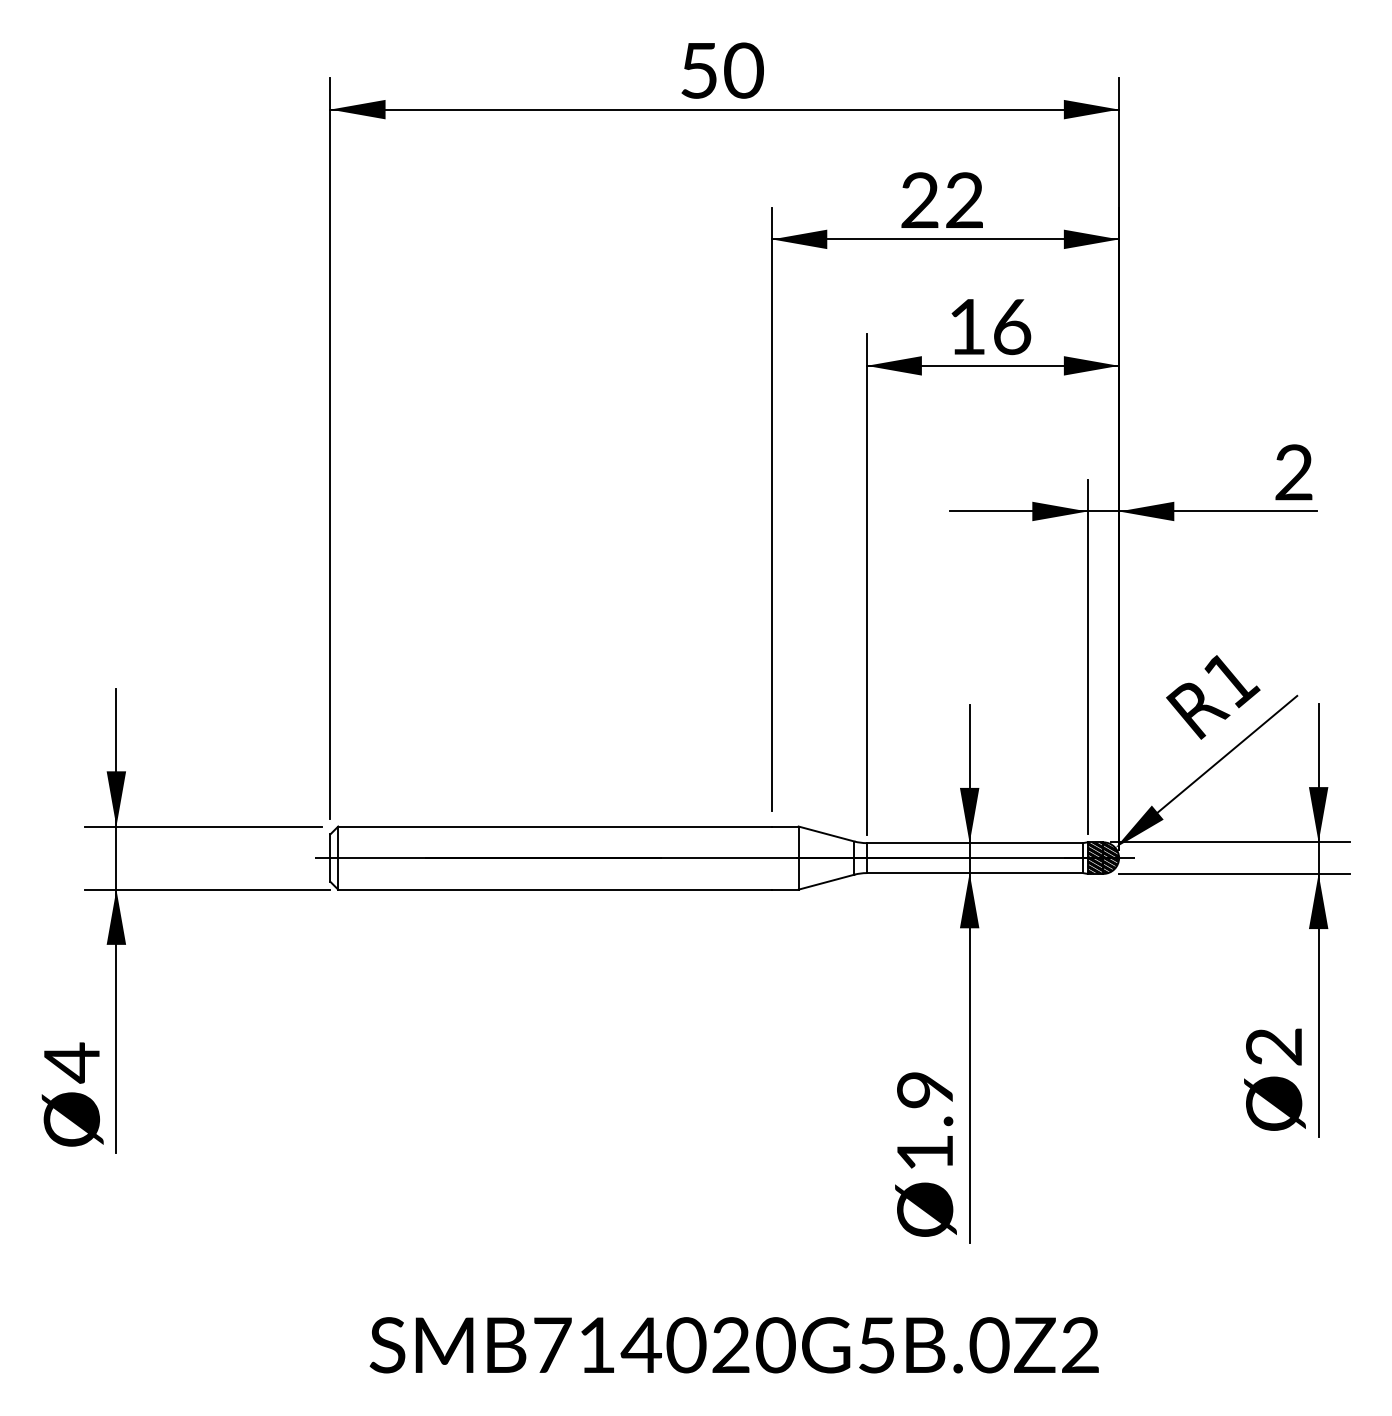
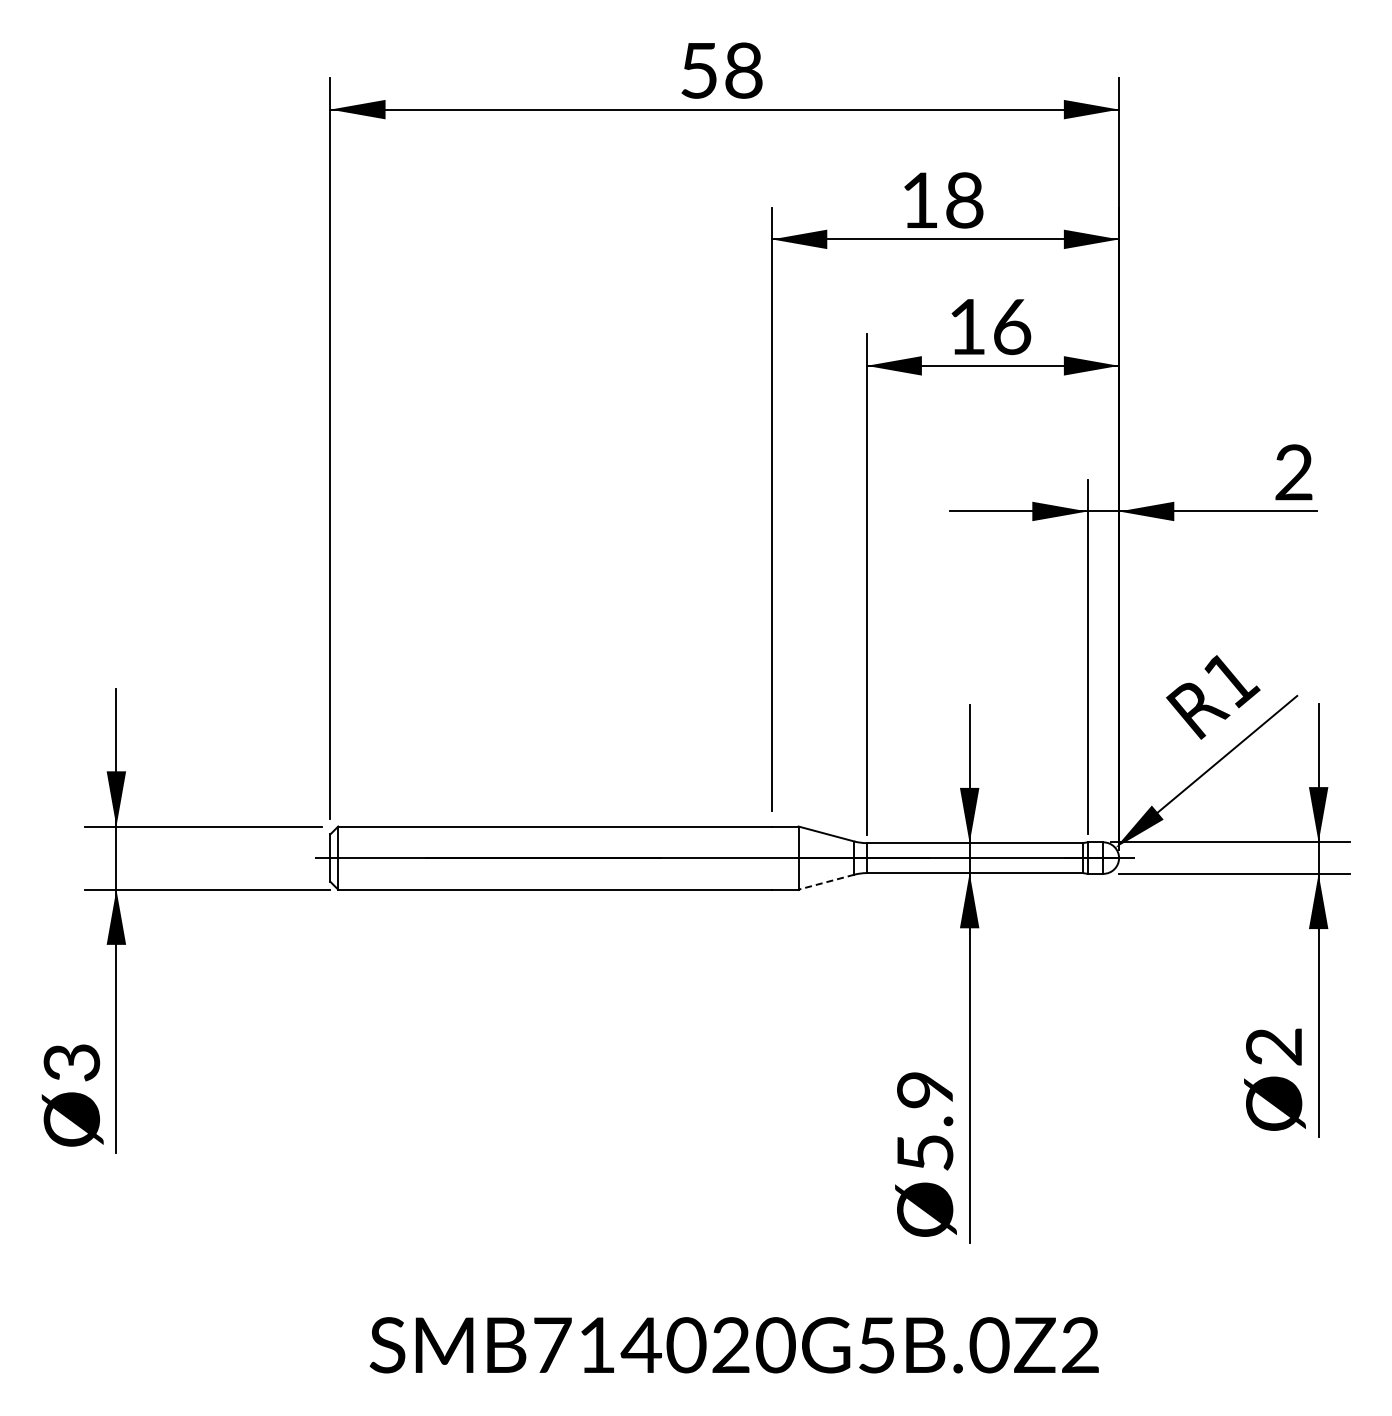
text at (743, 70): 50 -> 58
text at (942, 200): 22 -> 18
hatch at (1103, 857): present -> none
line at (826, 882): solid -> dashed
text at (71, 1062): 4 -> 3
text at (925, 1152): 1.9 -> 5.9
